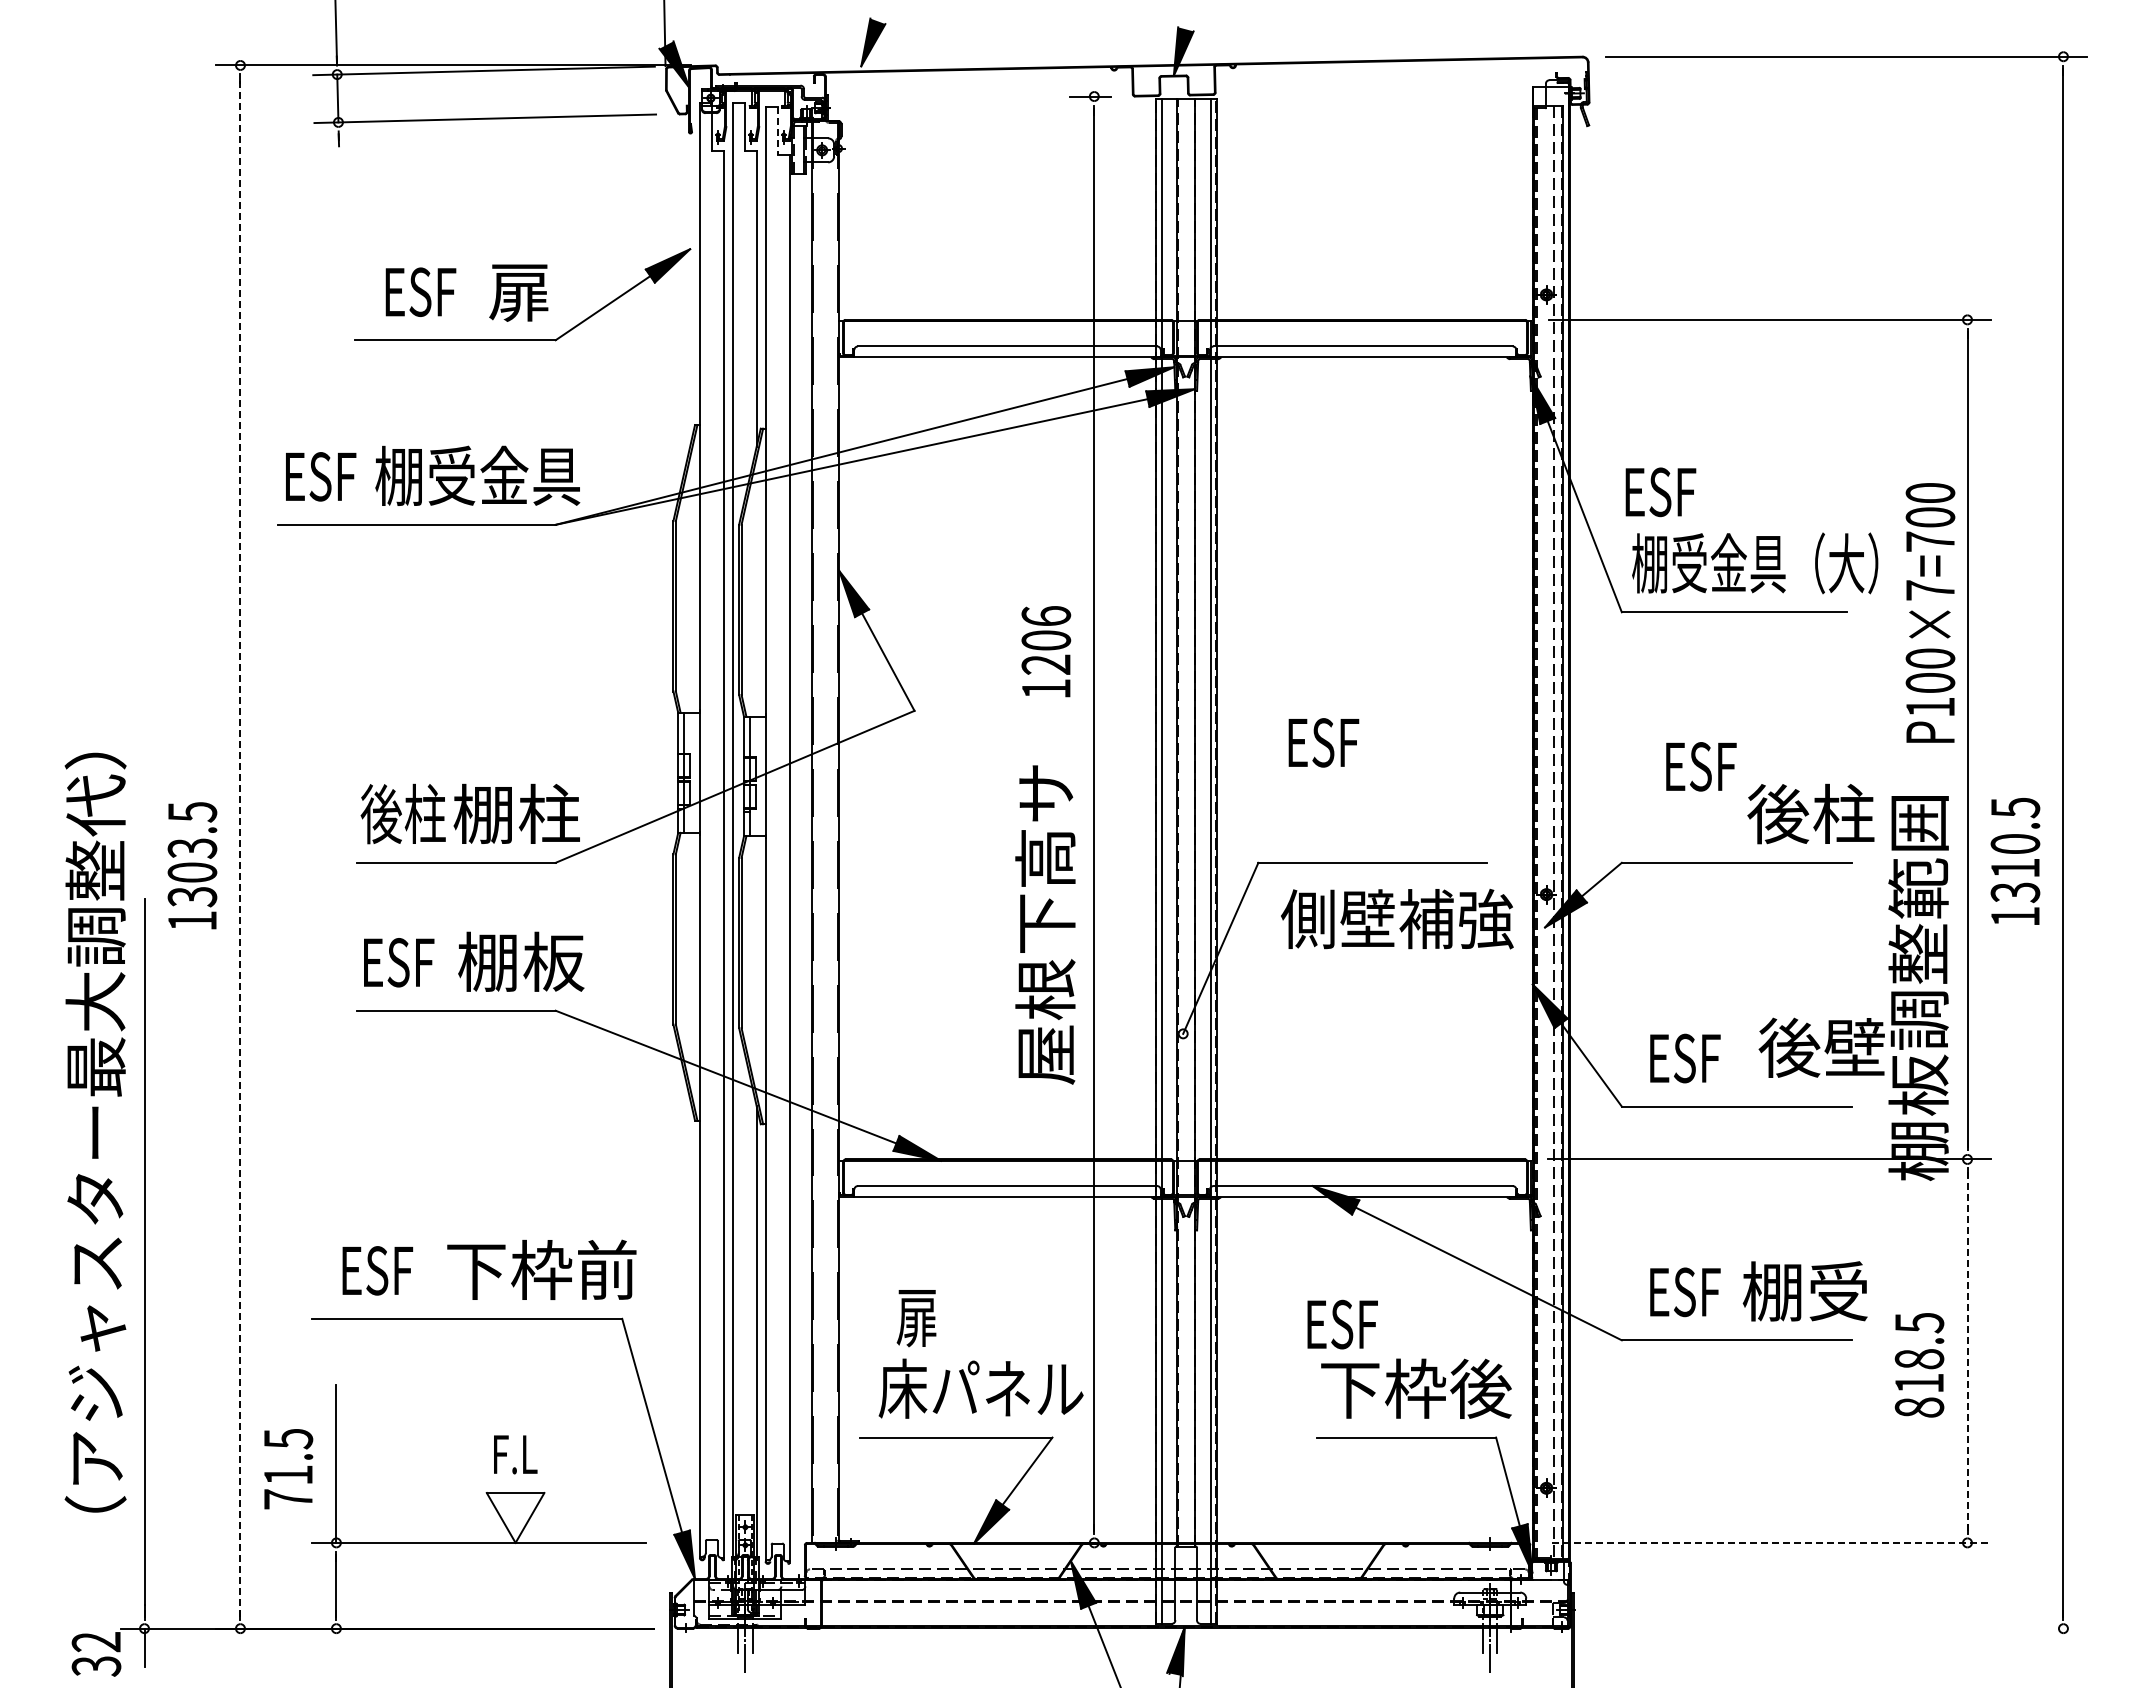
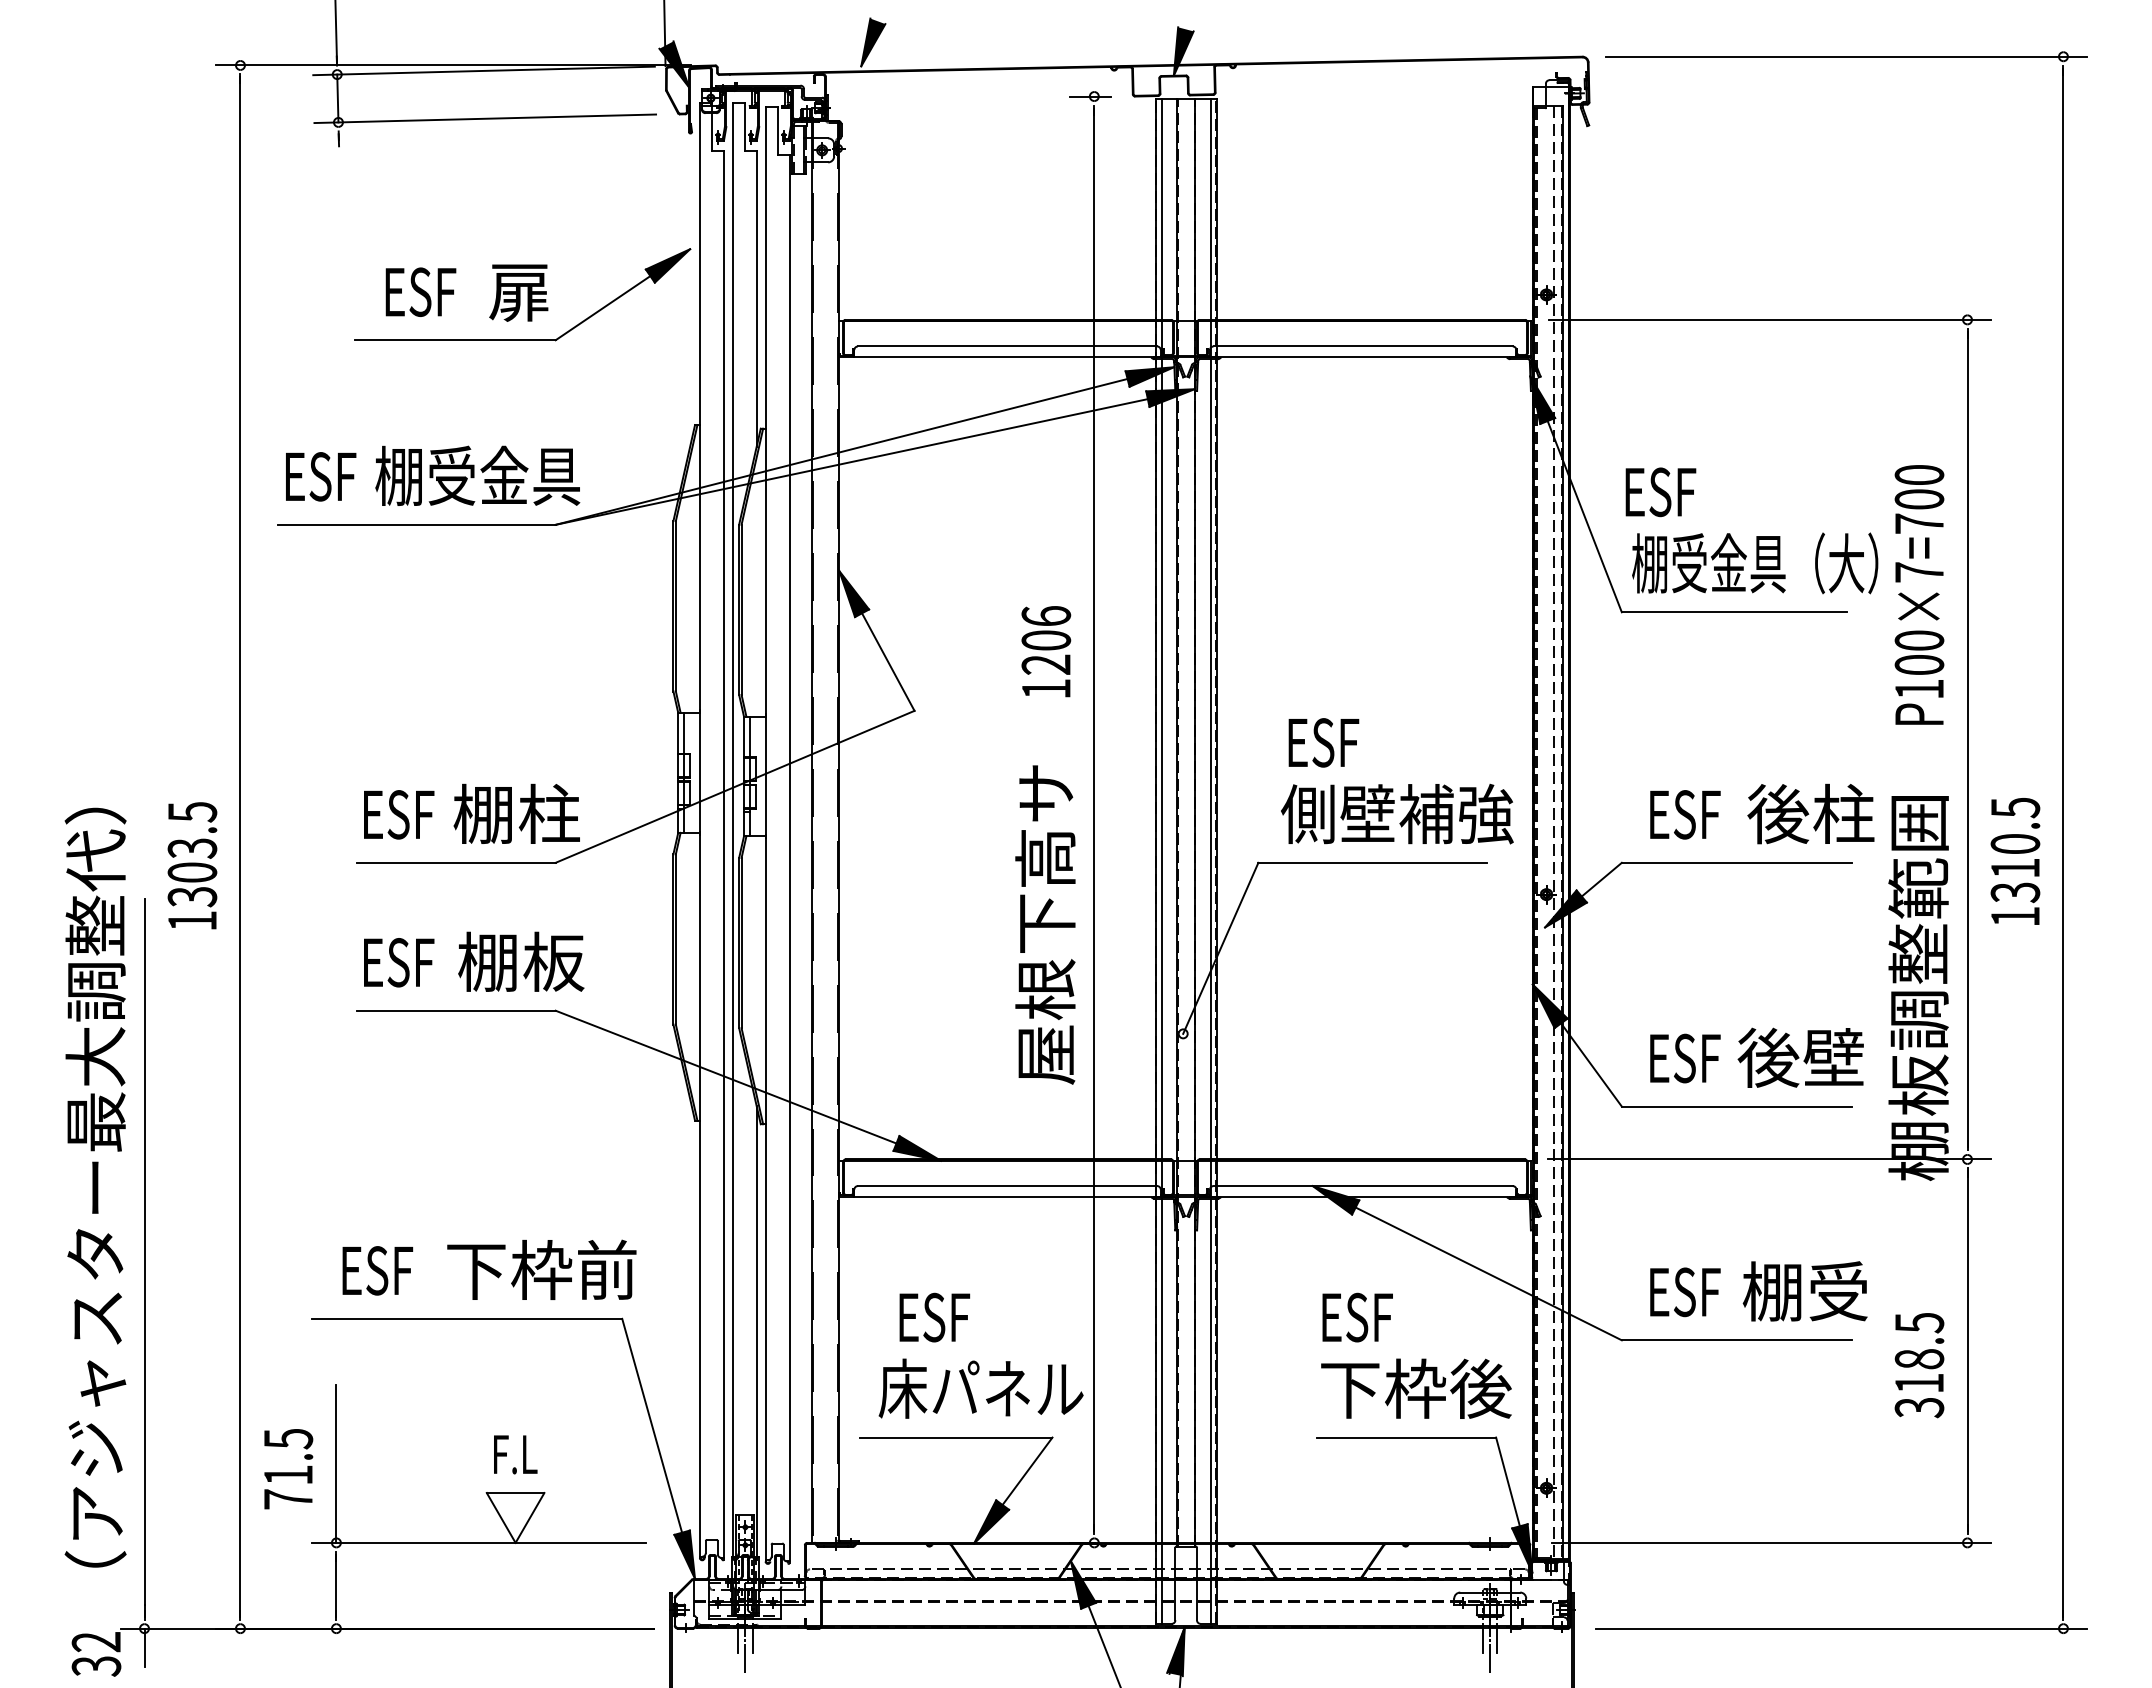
line at (777, 130): dashed -> solid
text at (1930, 612) position: (1930, 612) -> (1919, 594)
text at (1701, 766) position: (1701, 766) -> (1685, 814)
text at (402, 813): 後柱 -> ESF
line at (240, 847): dashed -> solid
text at (1397, 918) position: (1397, 918) -> (1397, 813)
text at (1821, 1047) position: (1821, 1047) -> (1800, 1057)
text at (95, 1132) position: (95, 1132) -> (95, 1187)
text at (933, 1318): 扉 -> ESF
text at (1342, 1324) position: (1342, 1324) -> (1357, 1317)
line at (1967, 1351): dashed -> solid
text at (1919, 1407): 818.5 -> 318.5
line at (1771, 1542): dashed -> solid
line at (1841, 1628): none -> present
